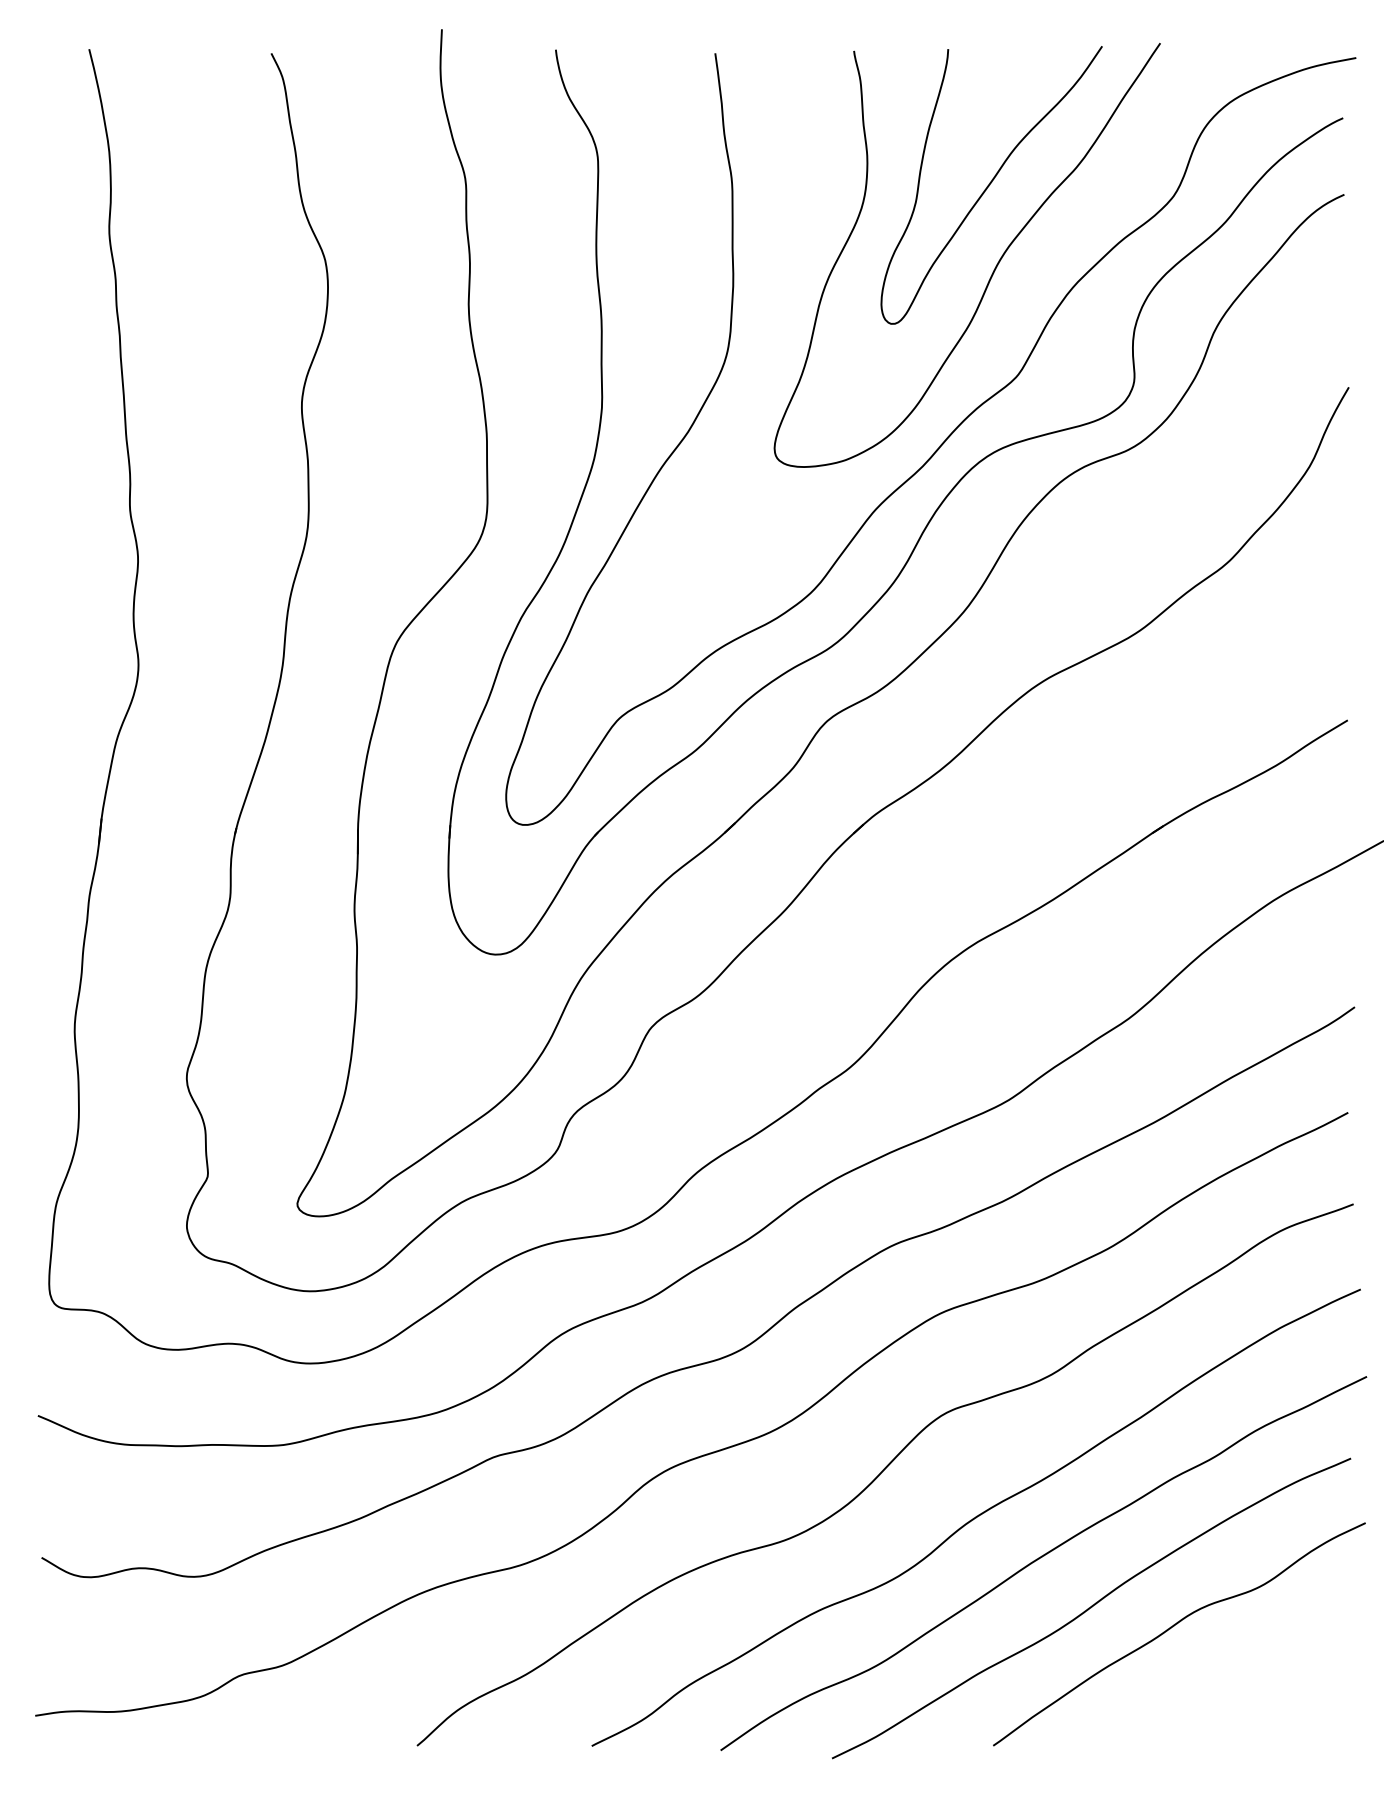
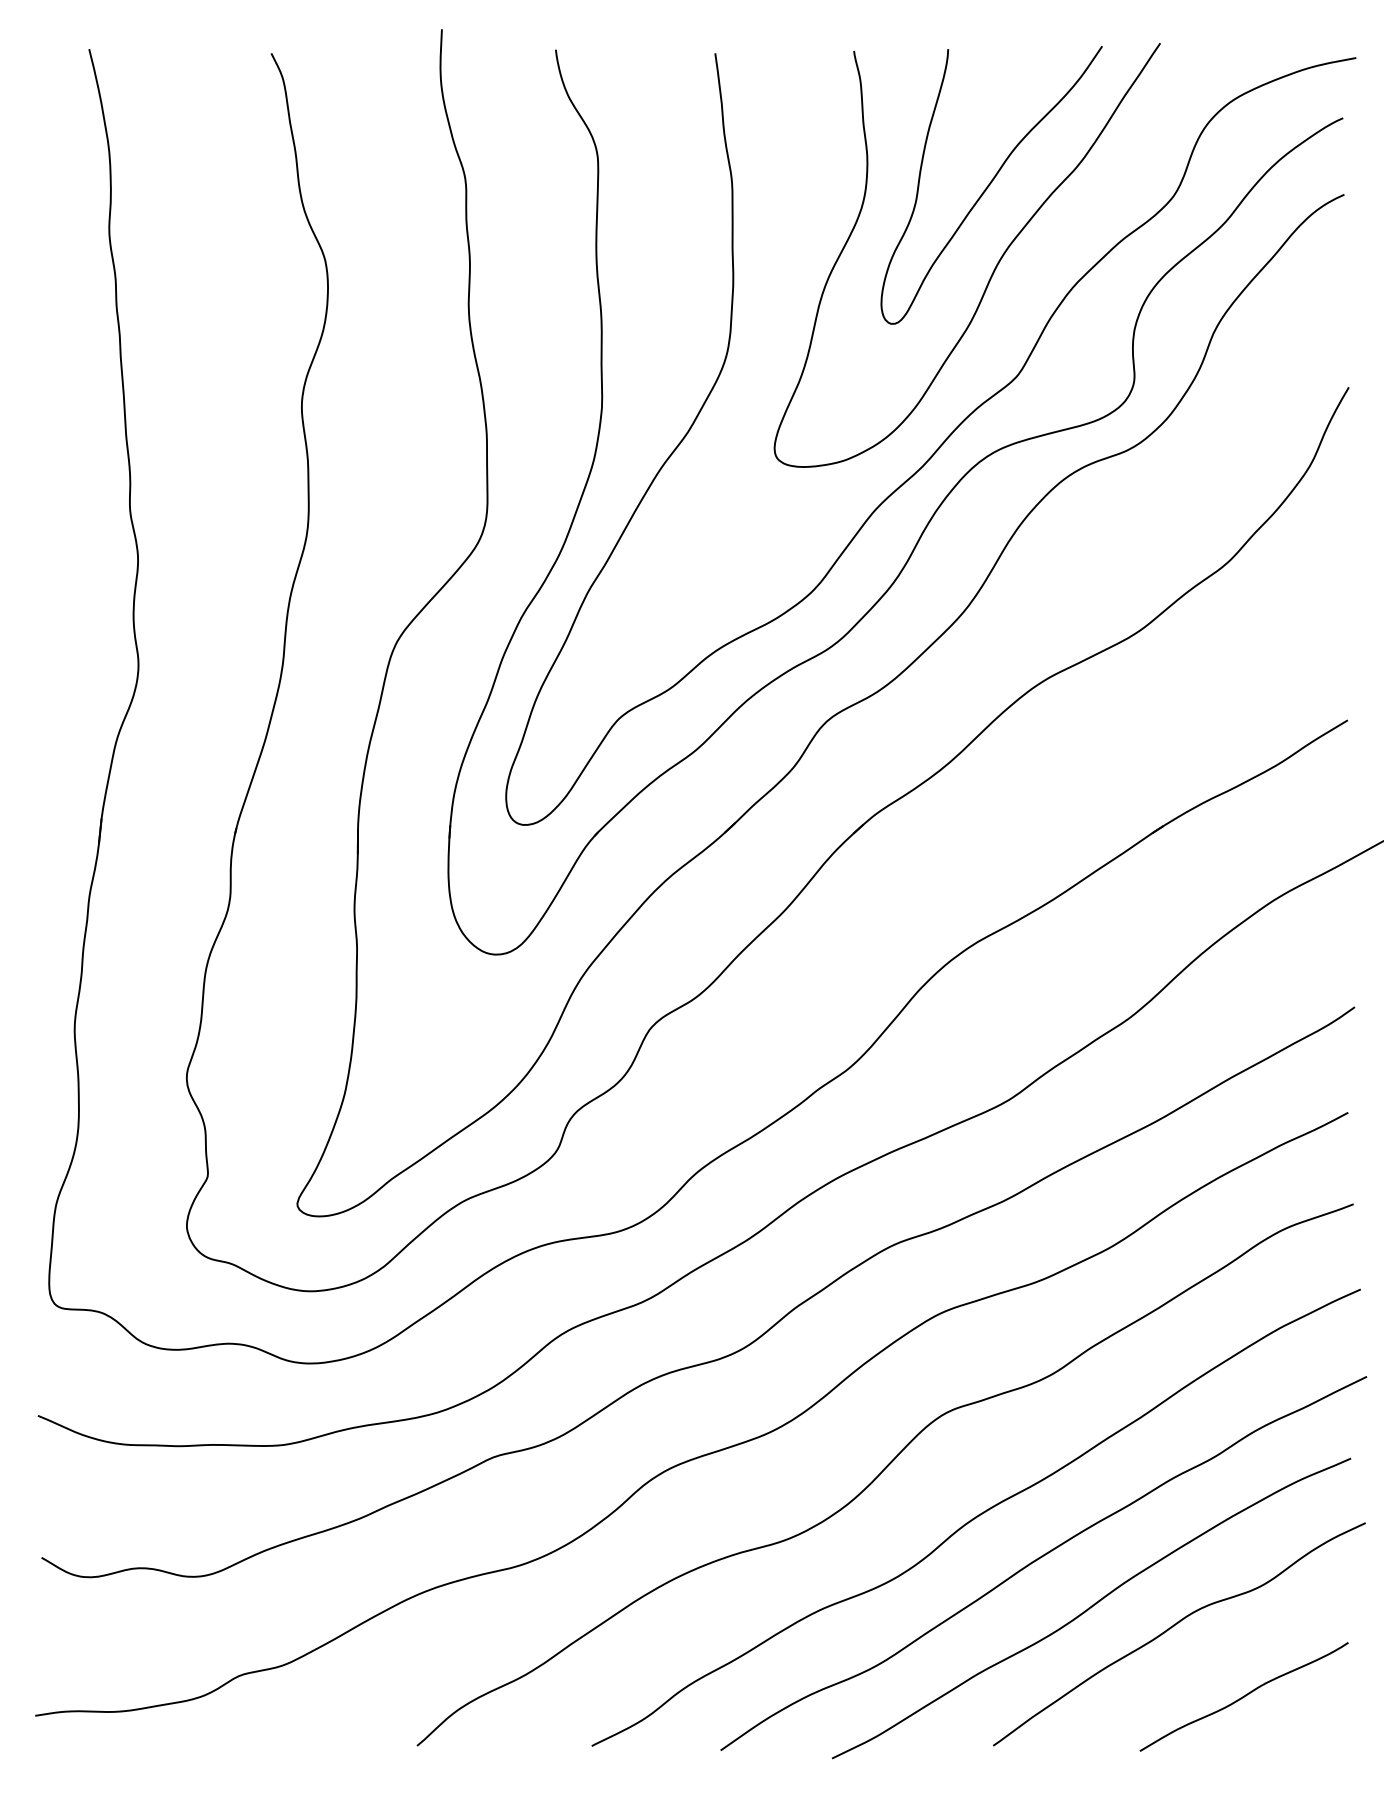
curve at (1243, 1696): none -> present
